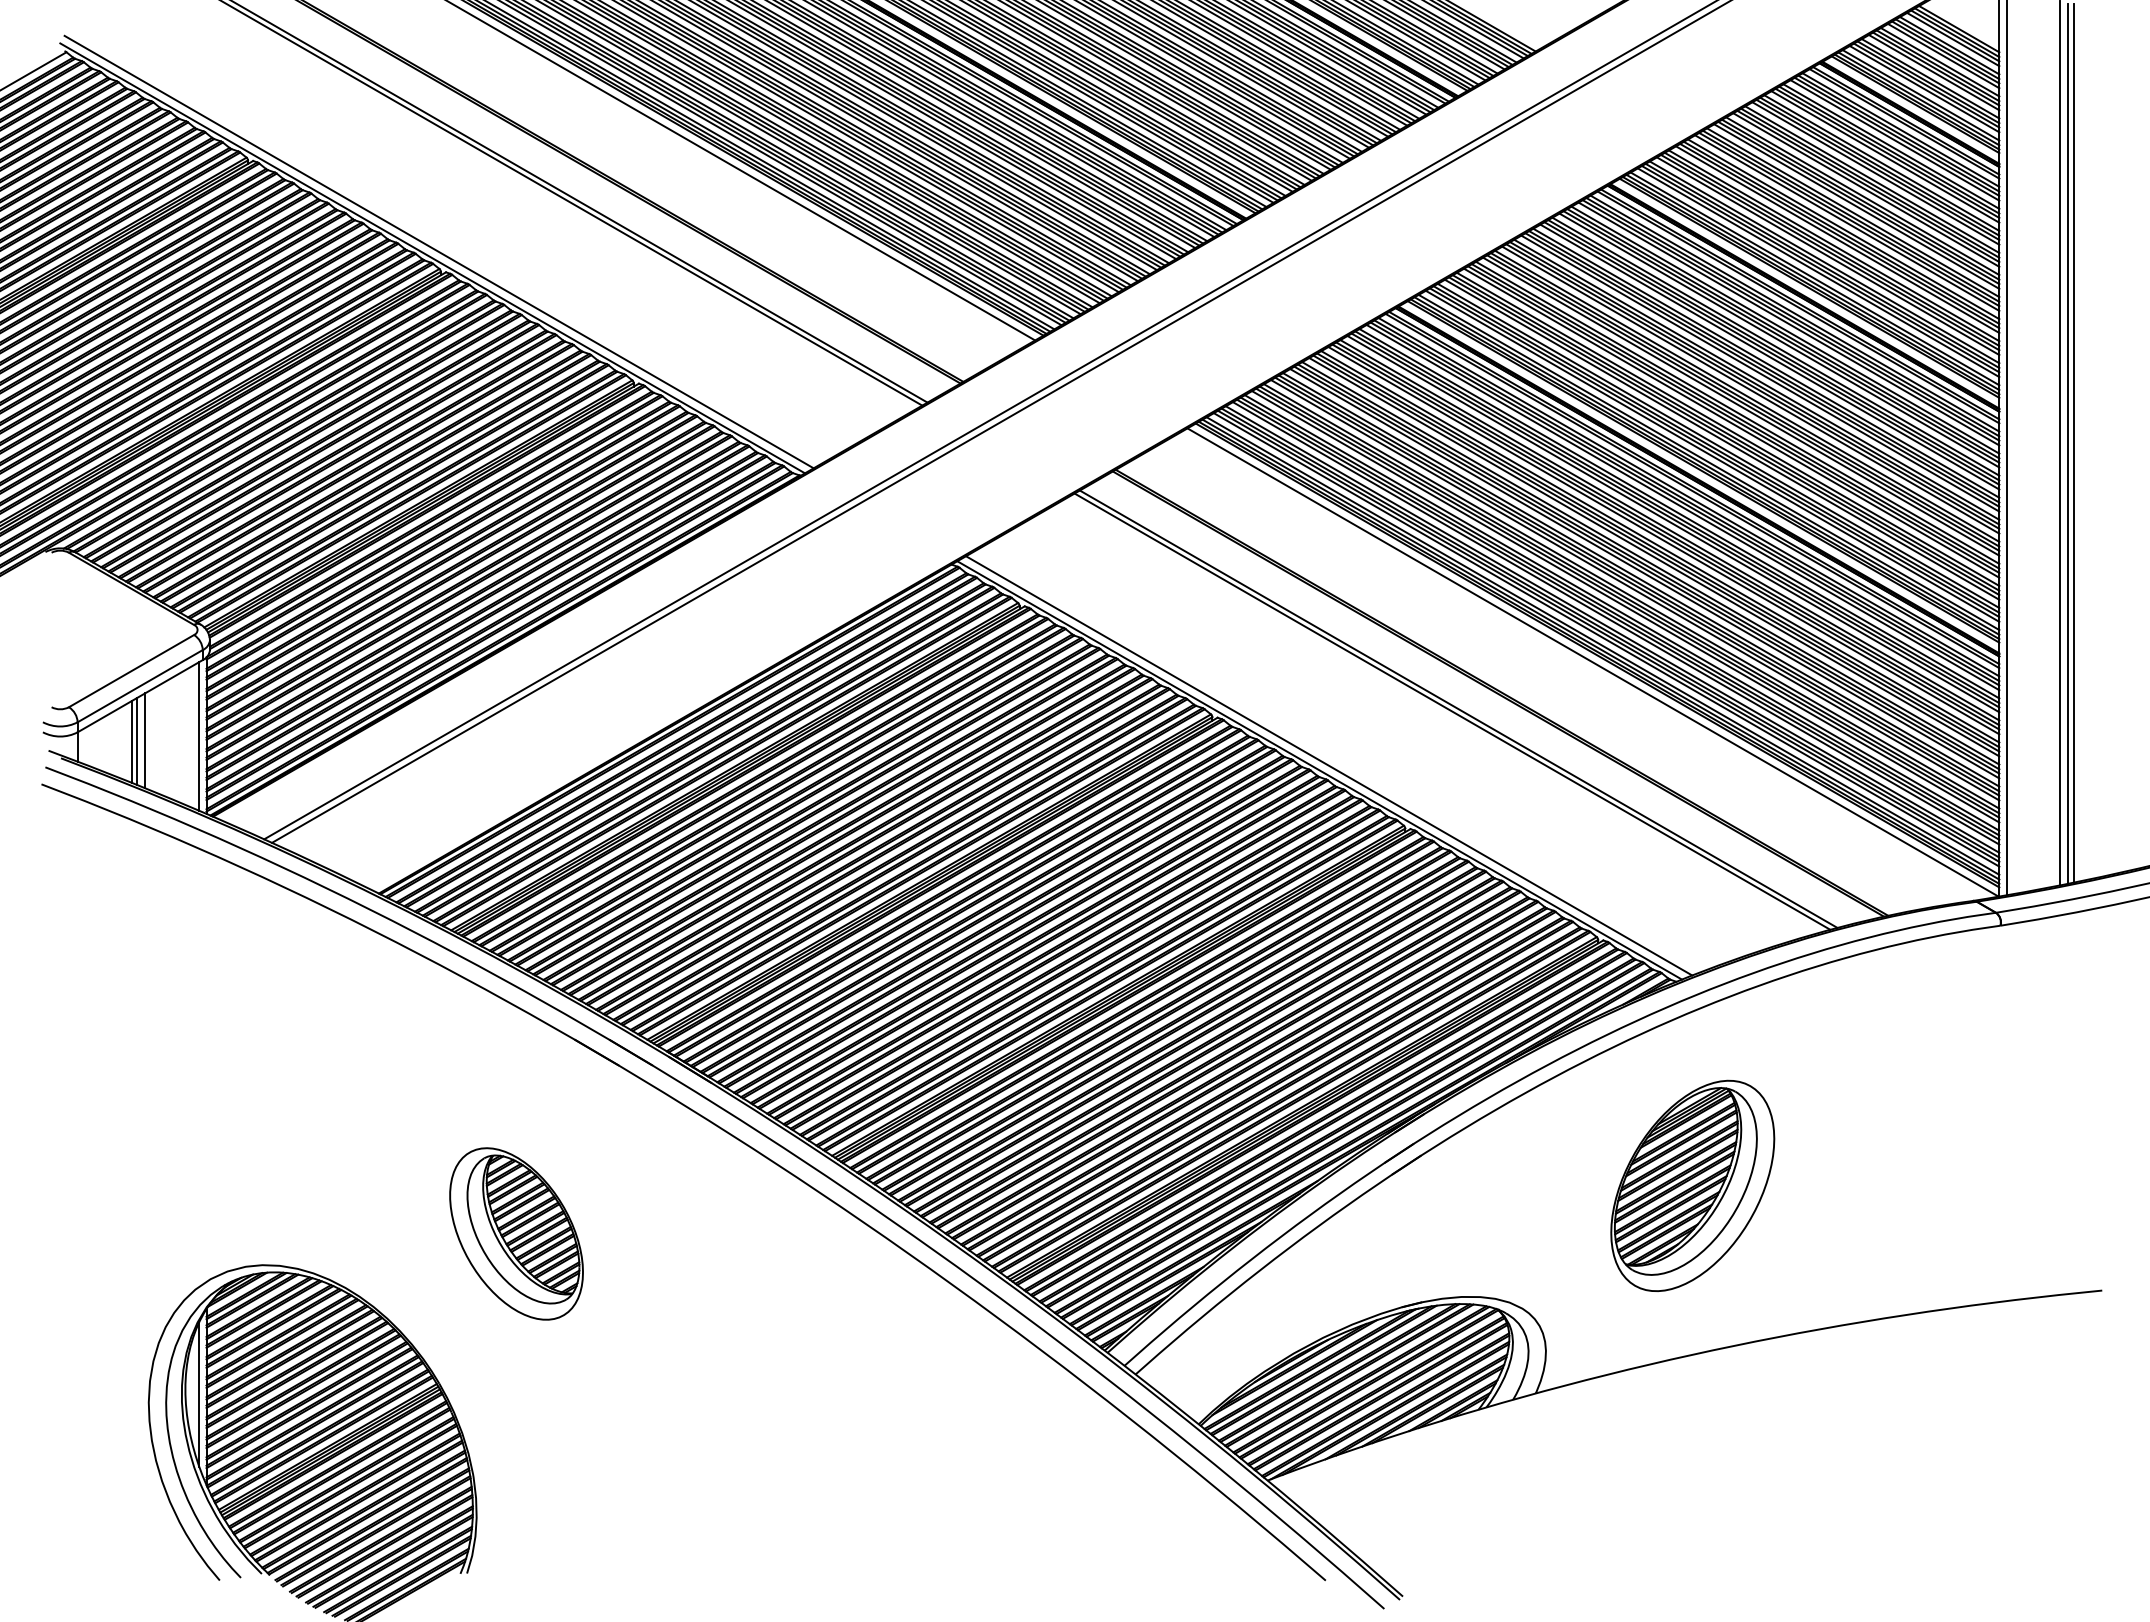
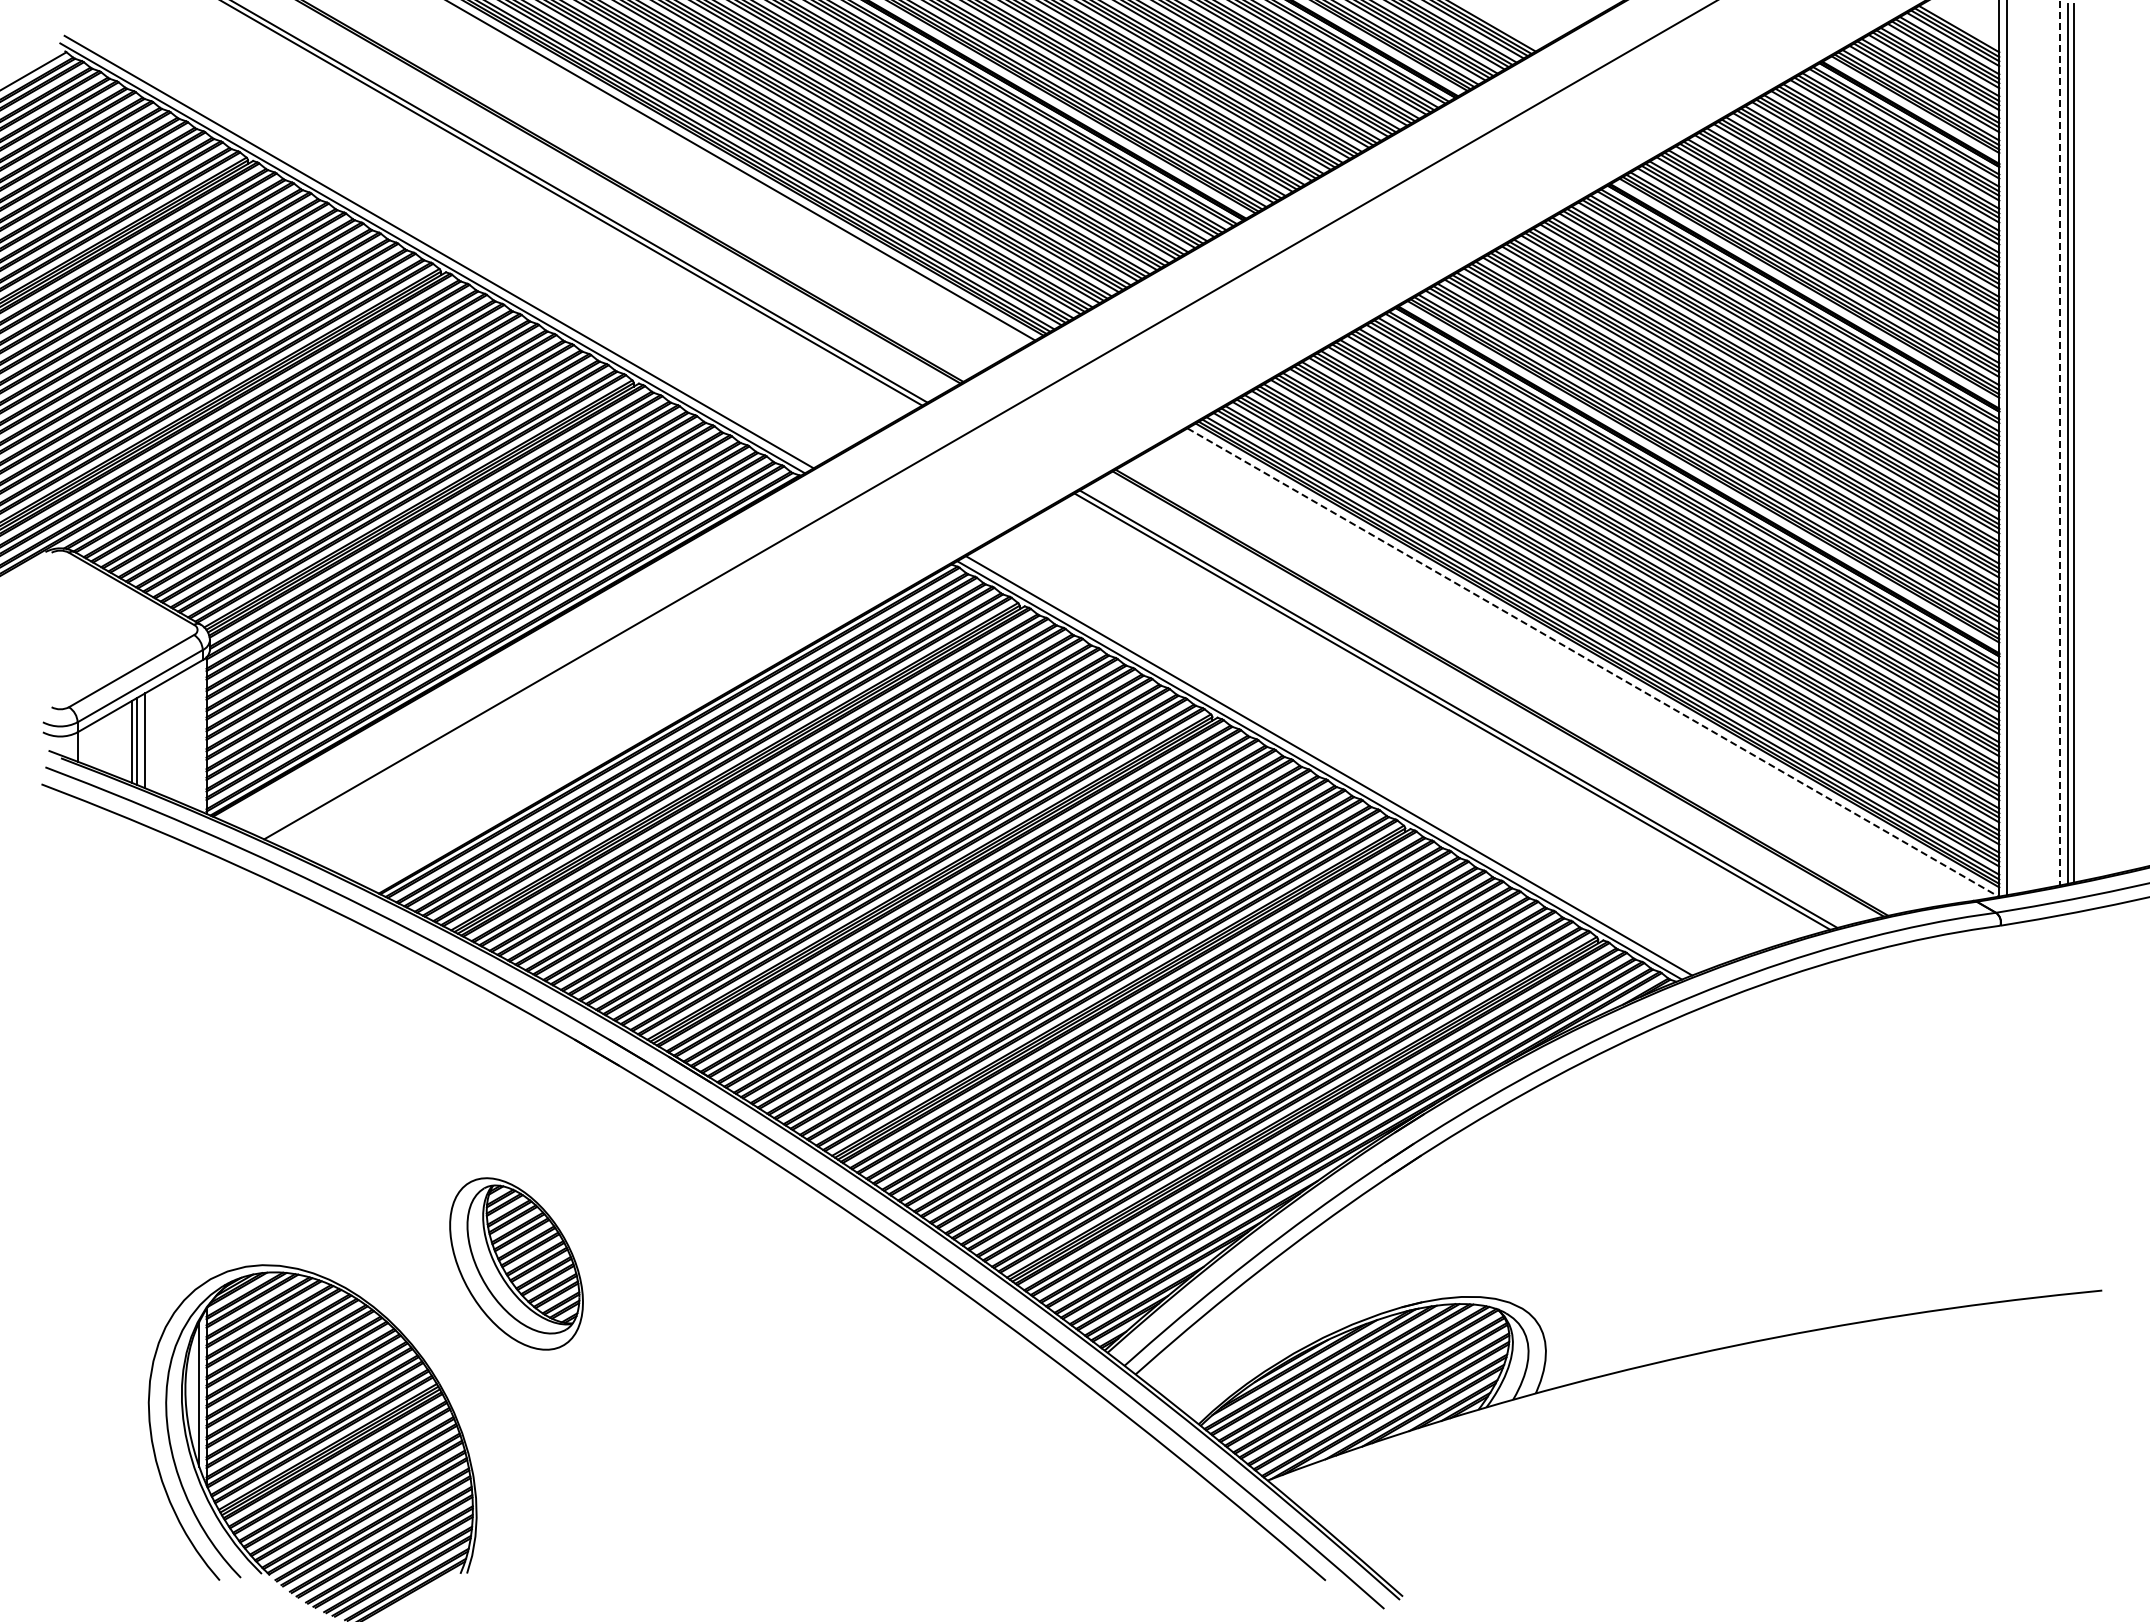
line at (999, 422): present -> none
line at (2060, 443): solid -> dashed
line at (1593, 662): solid -> dashed
line at (199, 736): present -> none
part at (1692, 1185): present -> none
part at (516, 1233) position: (516, 1233) -> (516, 1263)
